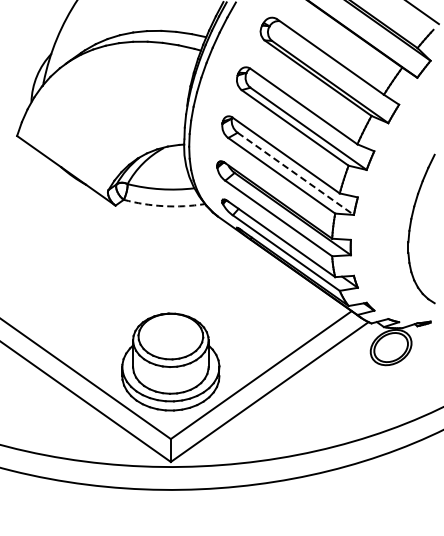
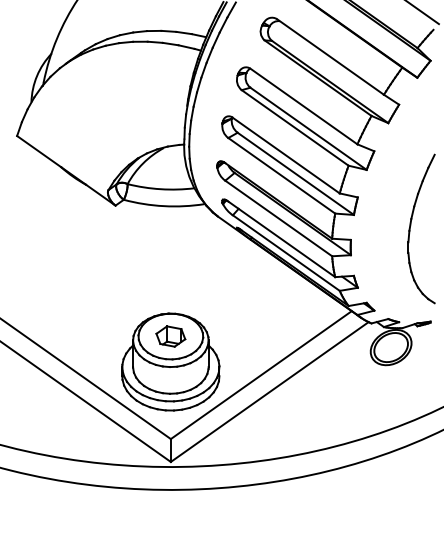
line at (296, 174): dashed -> solid
arc at (163, 206): dashed -> solid
part at (170, 336): none -> present
